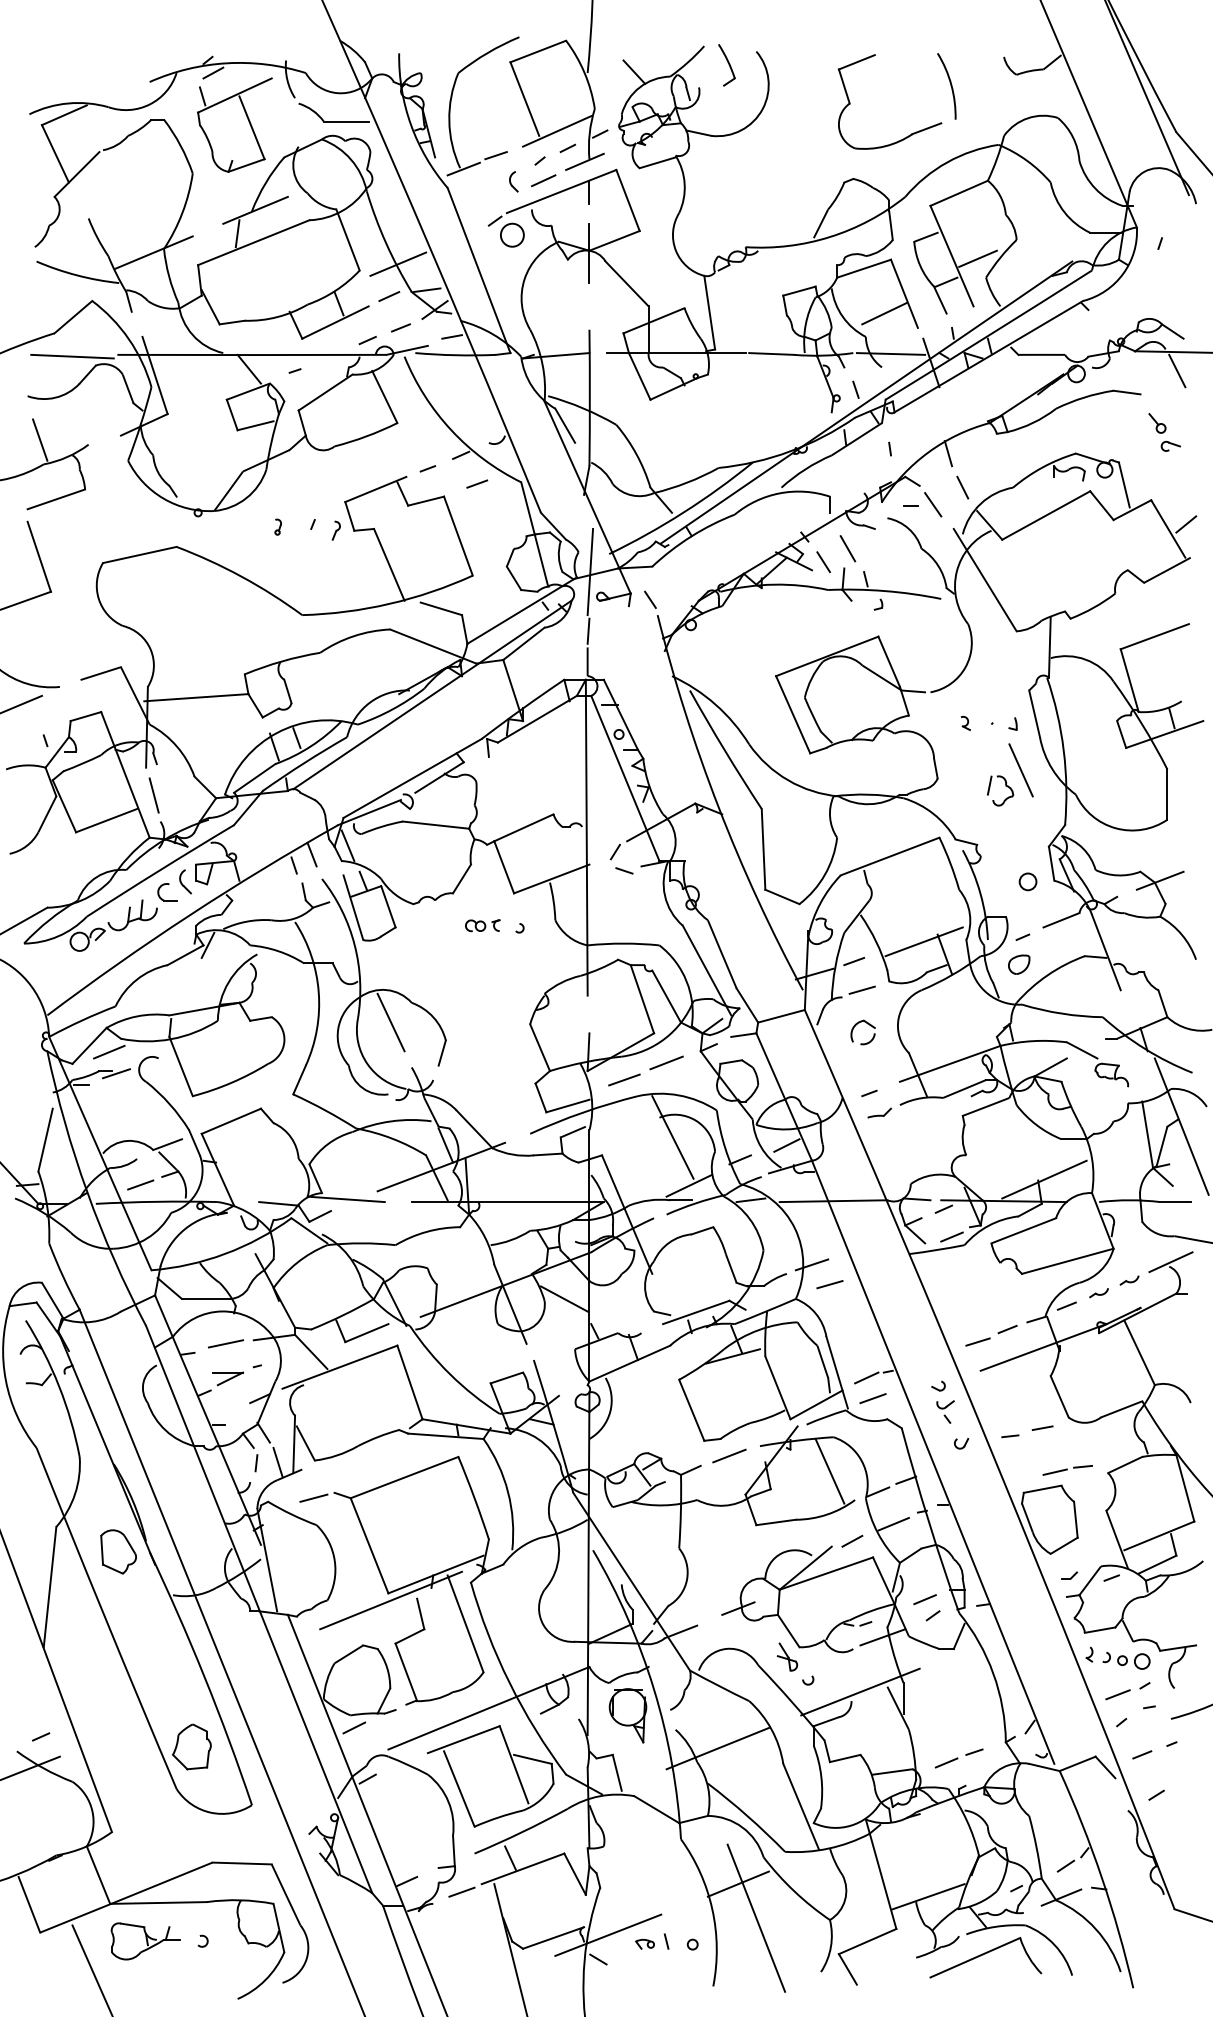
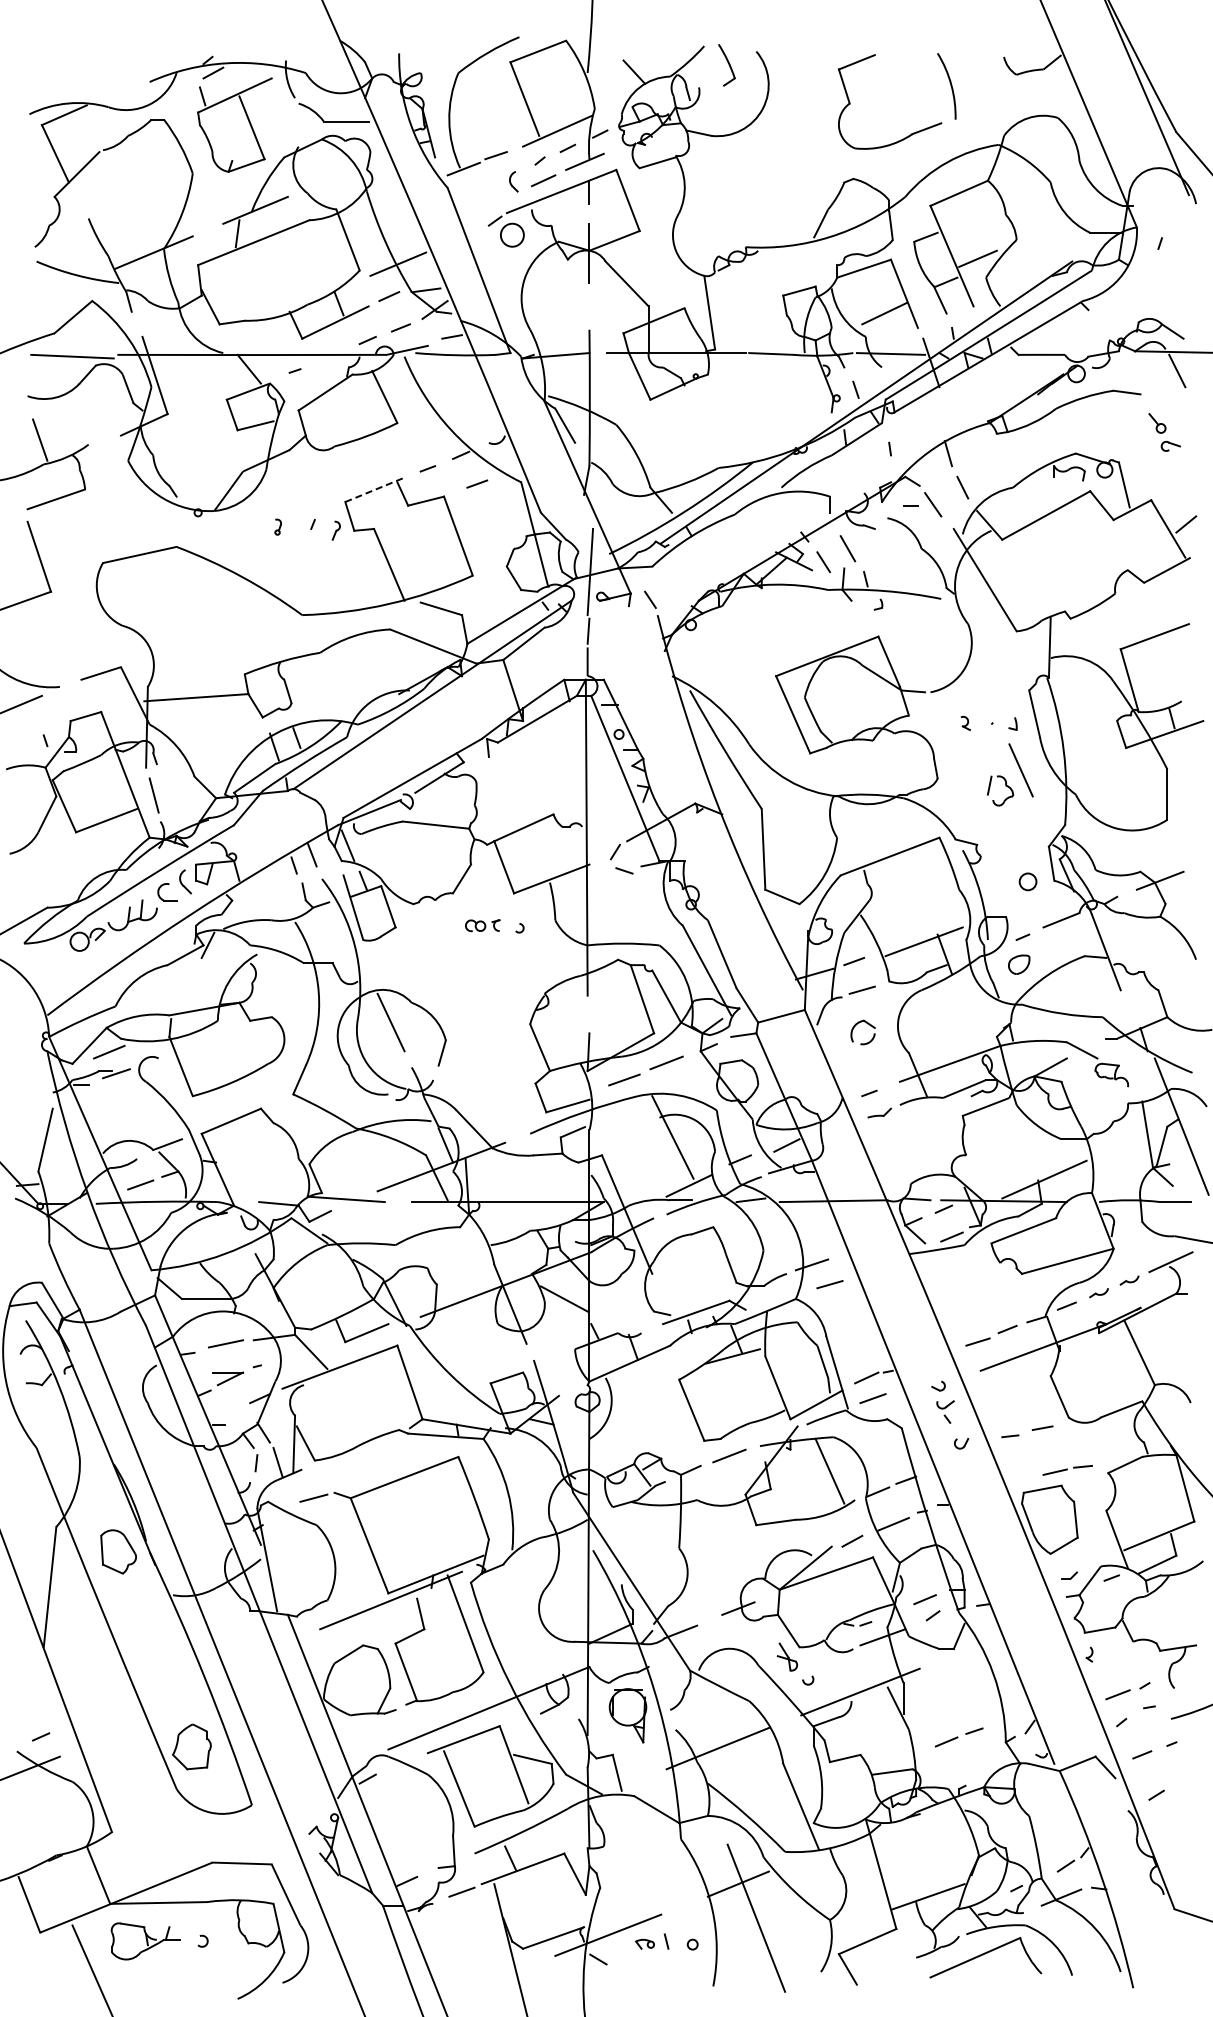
line at (375, 489): solid -> dashed
part at (1126, 1660): present -> none
line at (354, 1727): present -> none
part at (958, 1758) position: (958, 1758) -> (958, 1737)
